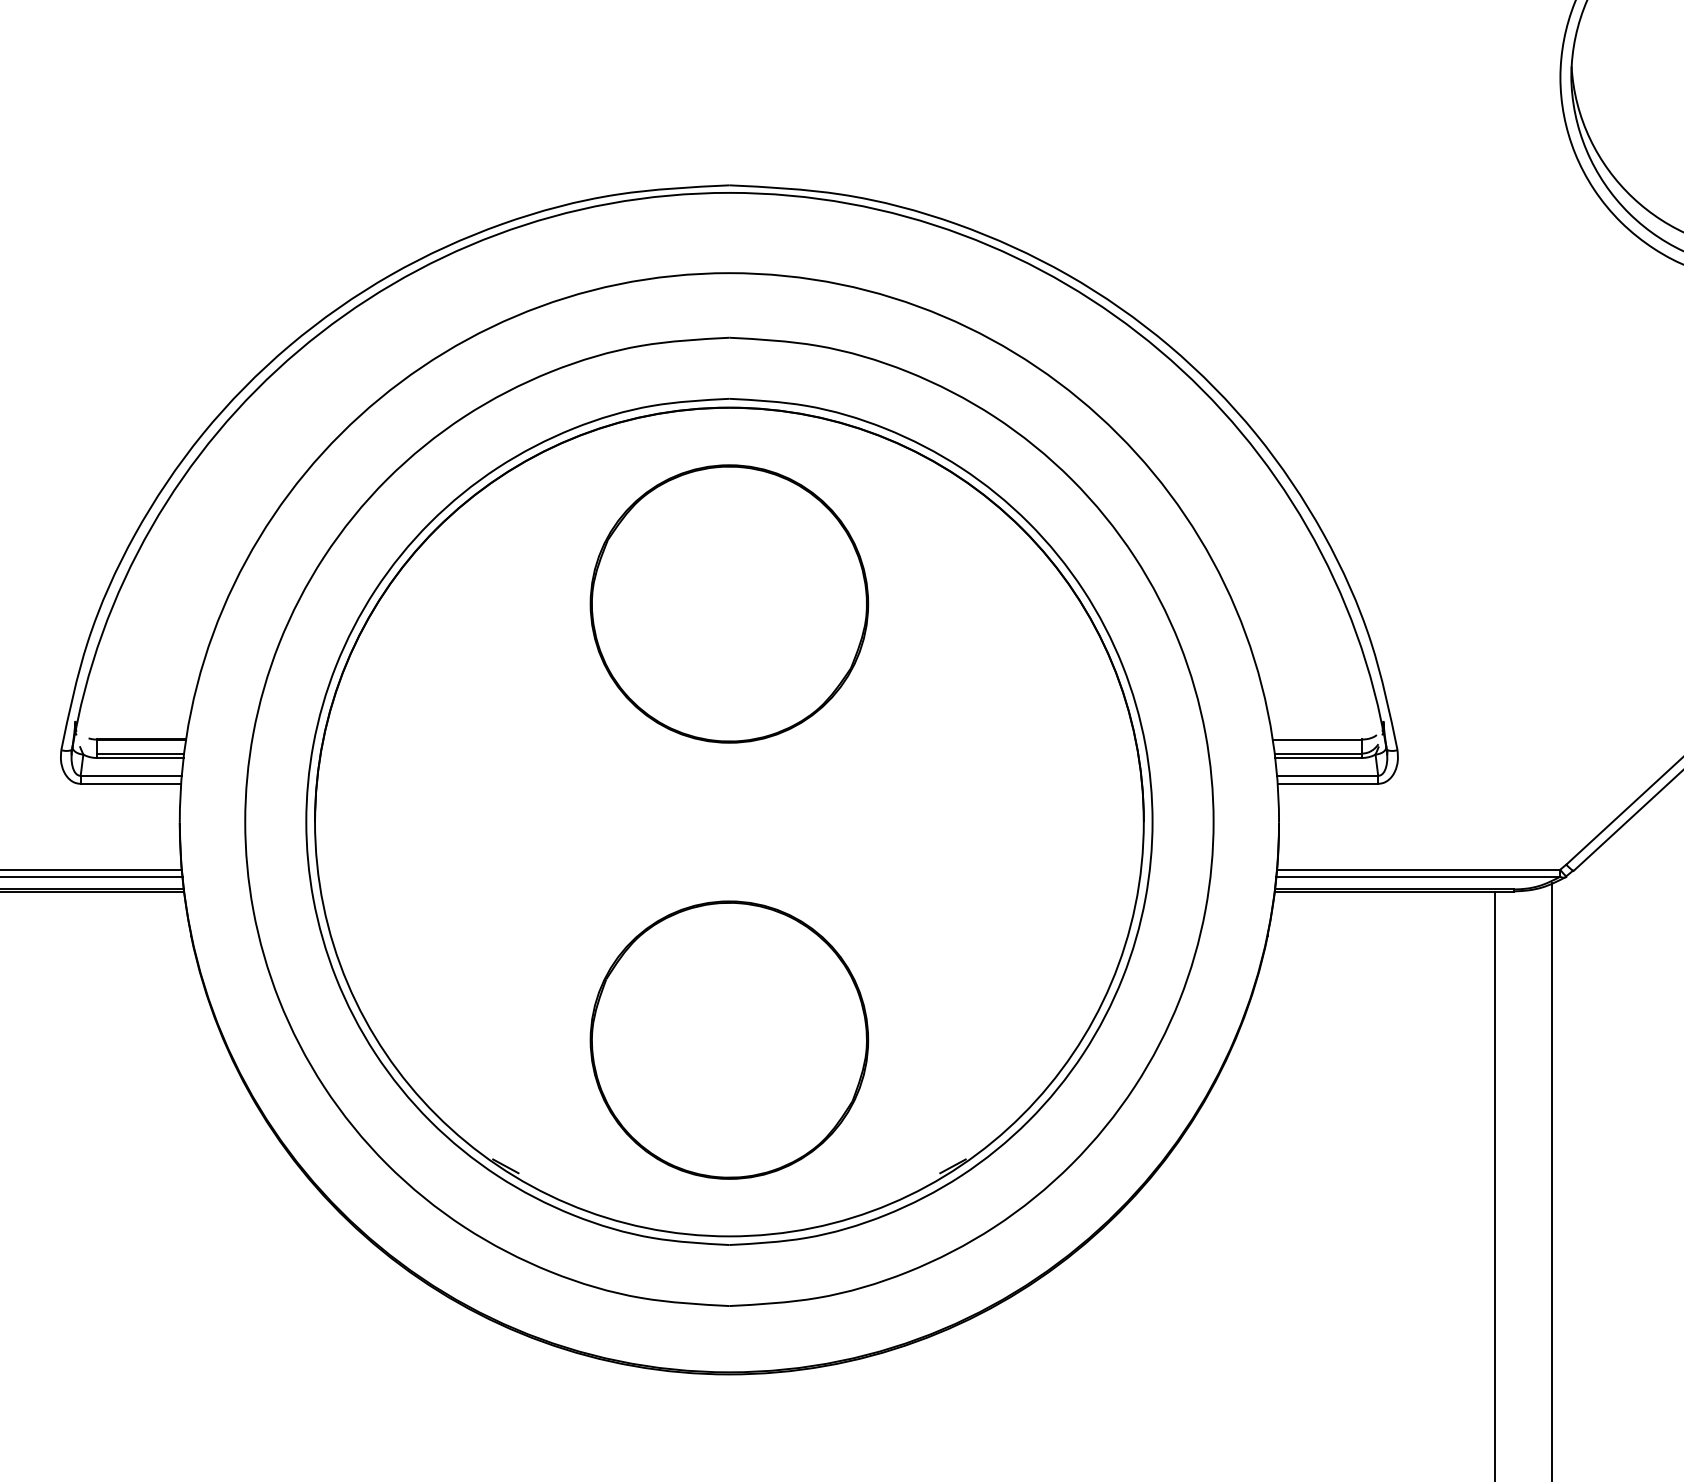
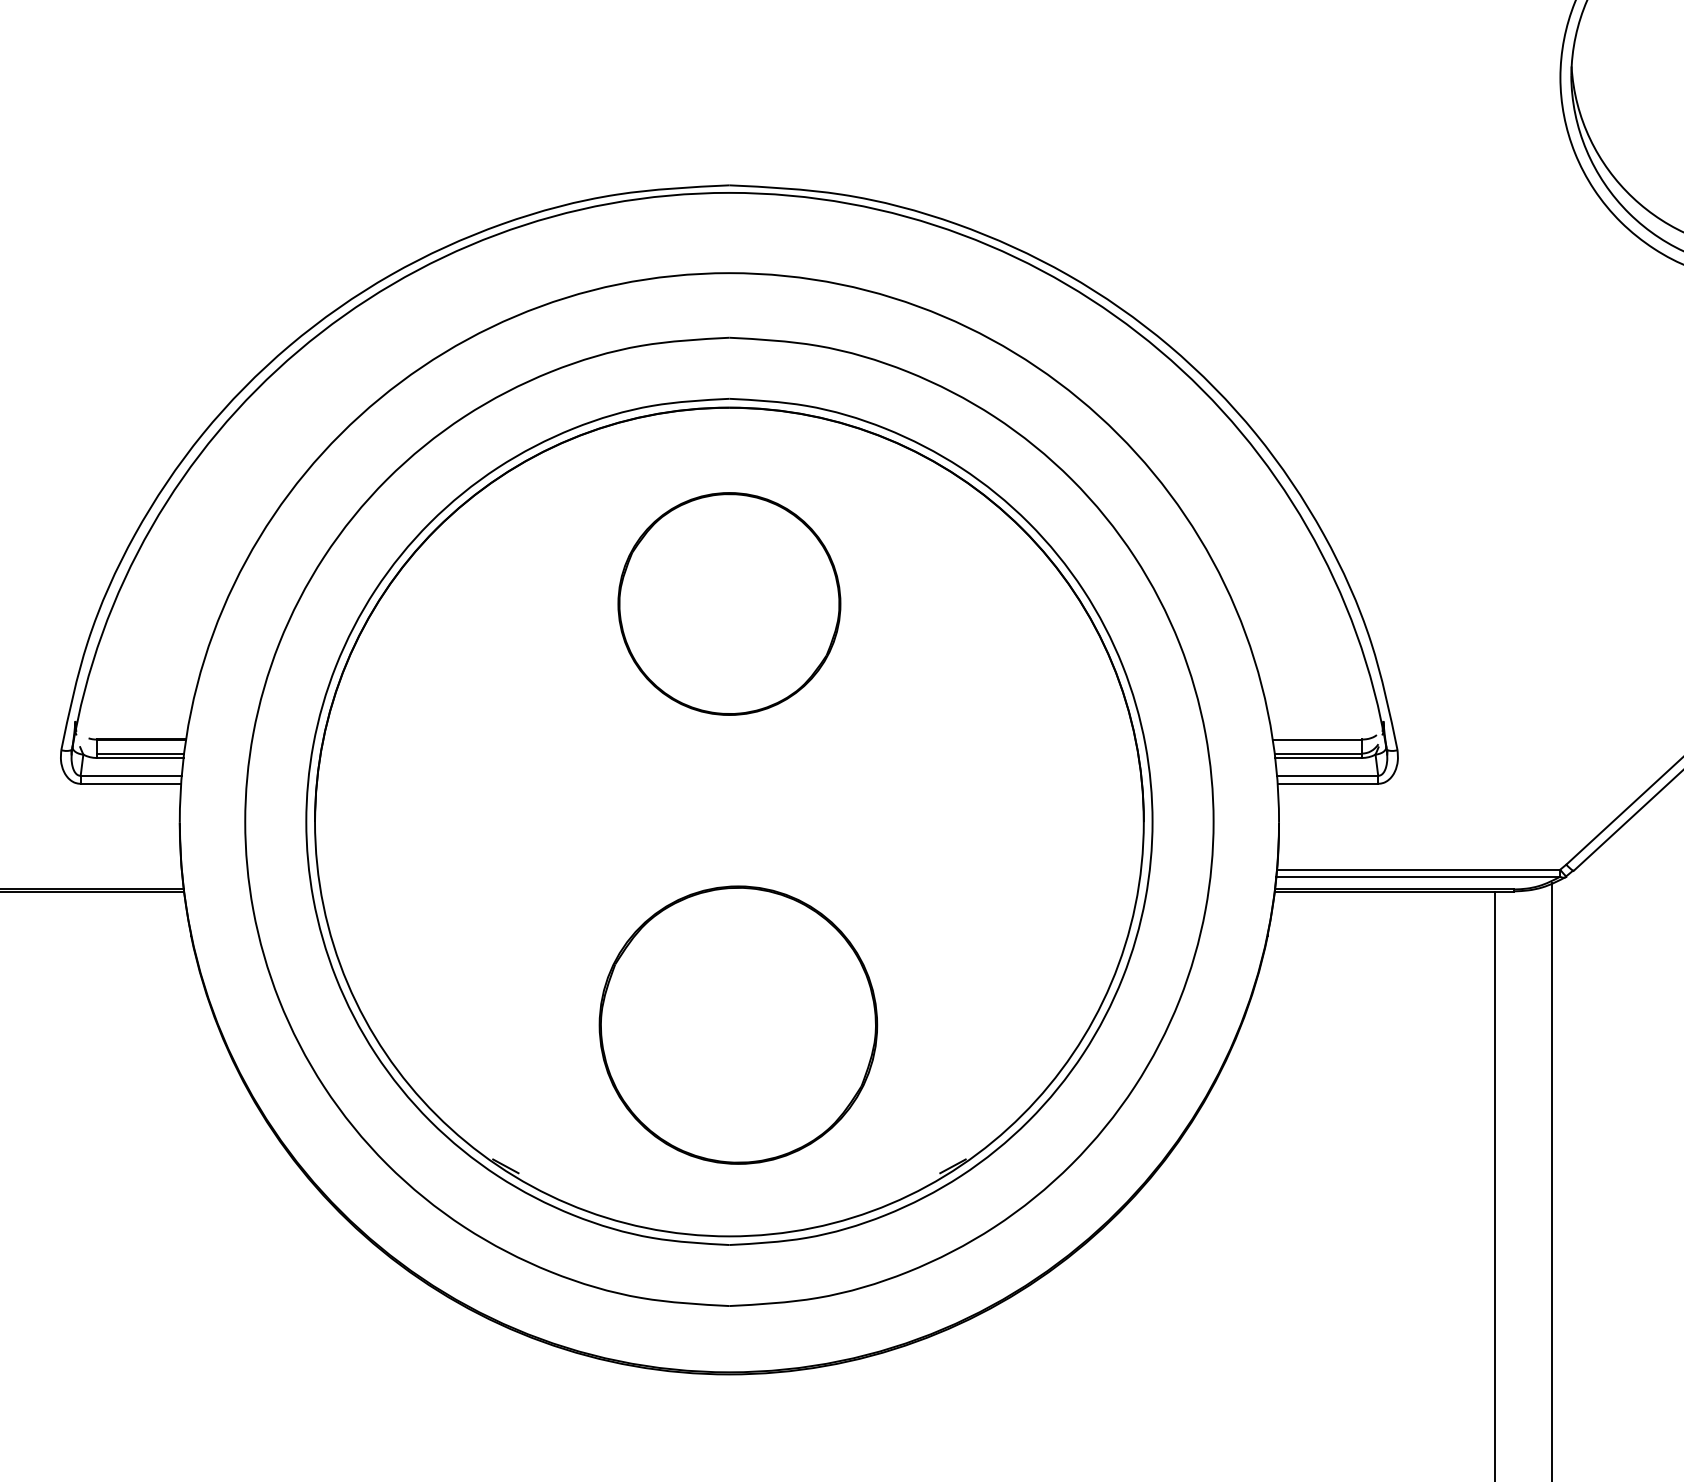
part at (729, 603) size: 281x280 px -> 225x224 px
line at (92, 869): present -> none
line at (92, 876): present -> none
part at (729, 1039) position: (729, 1039) -> (738, 1024)
